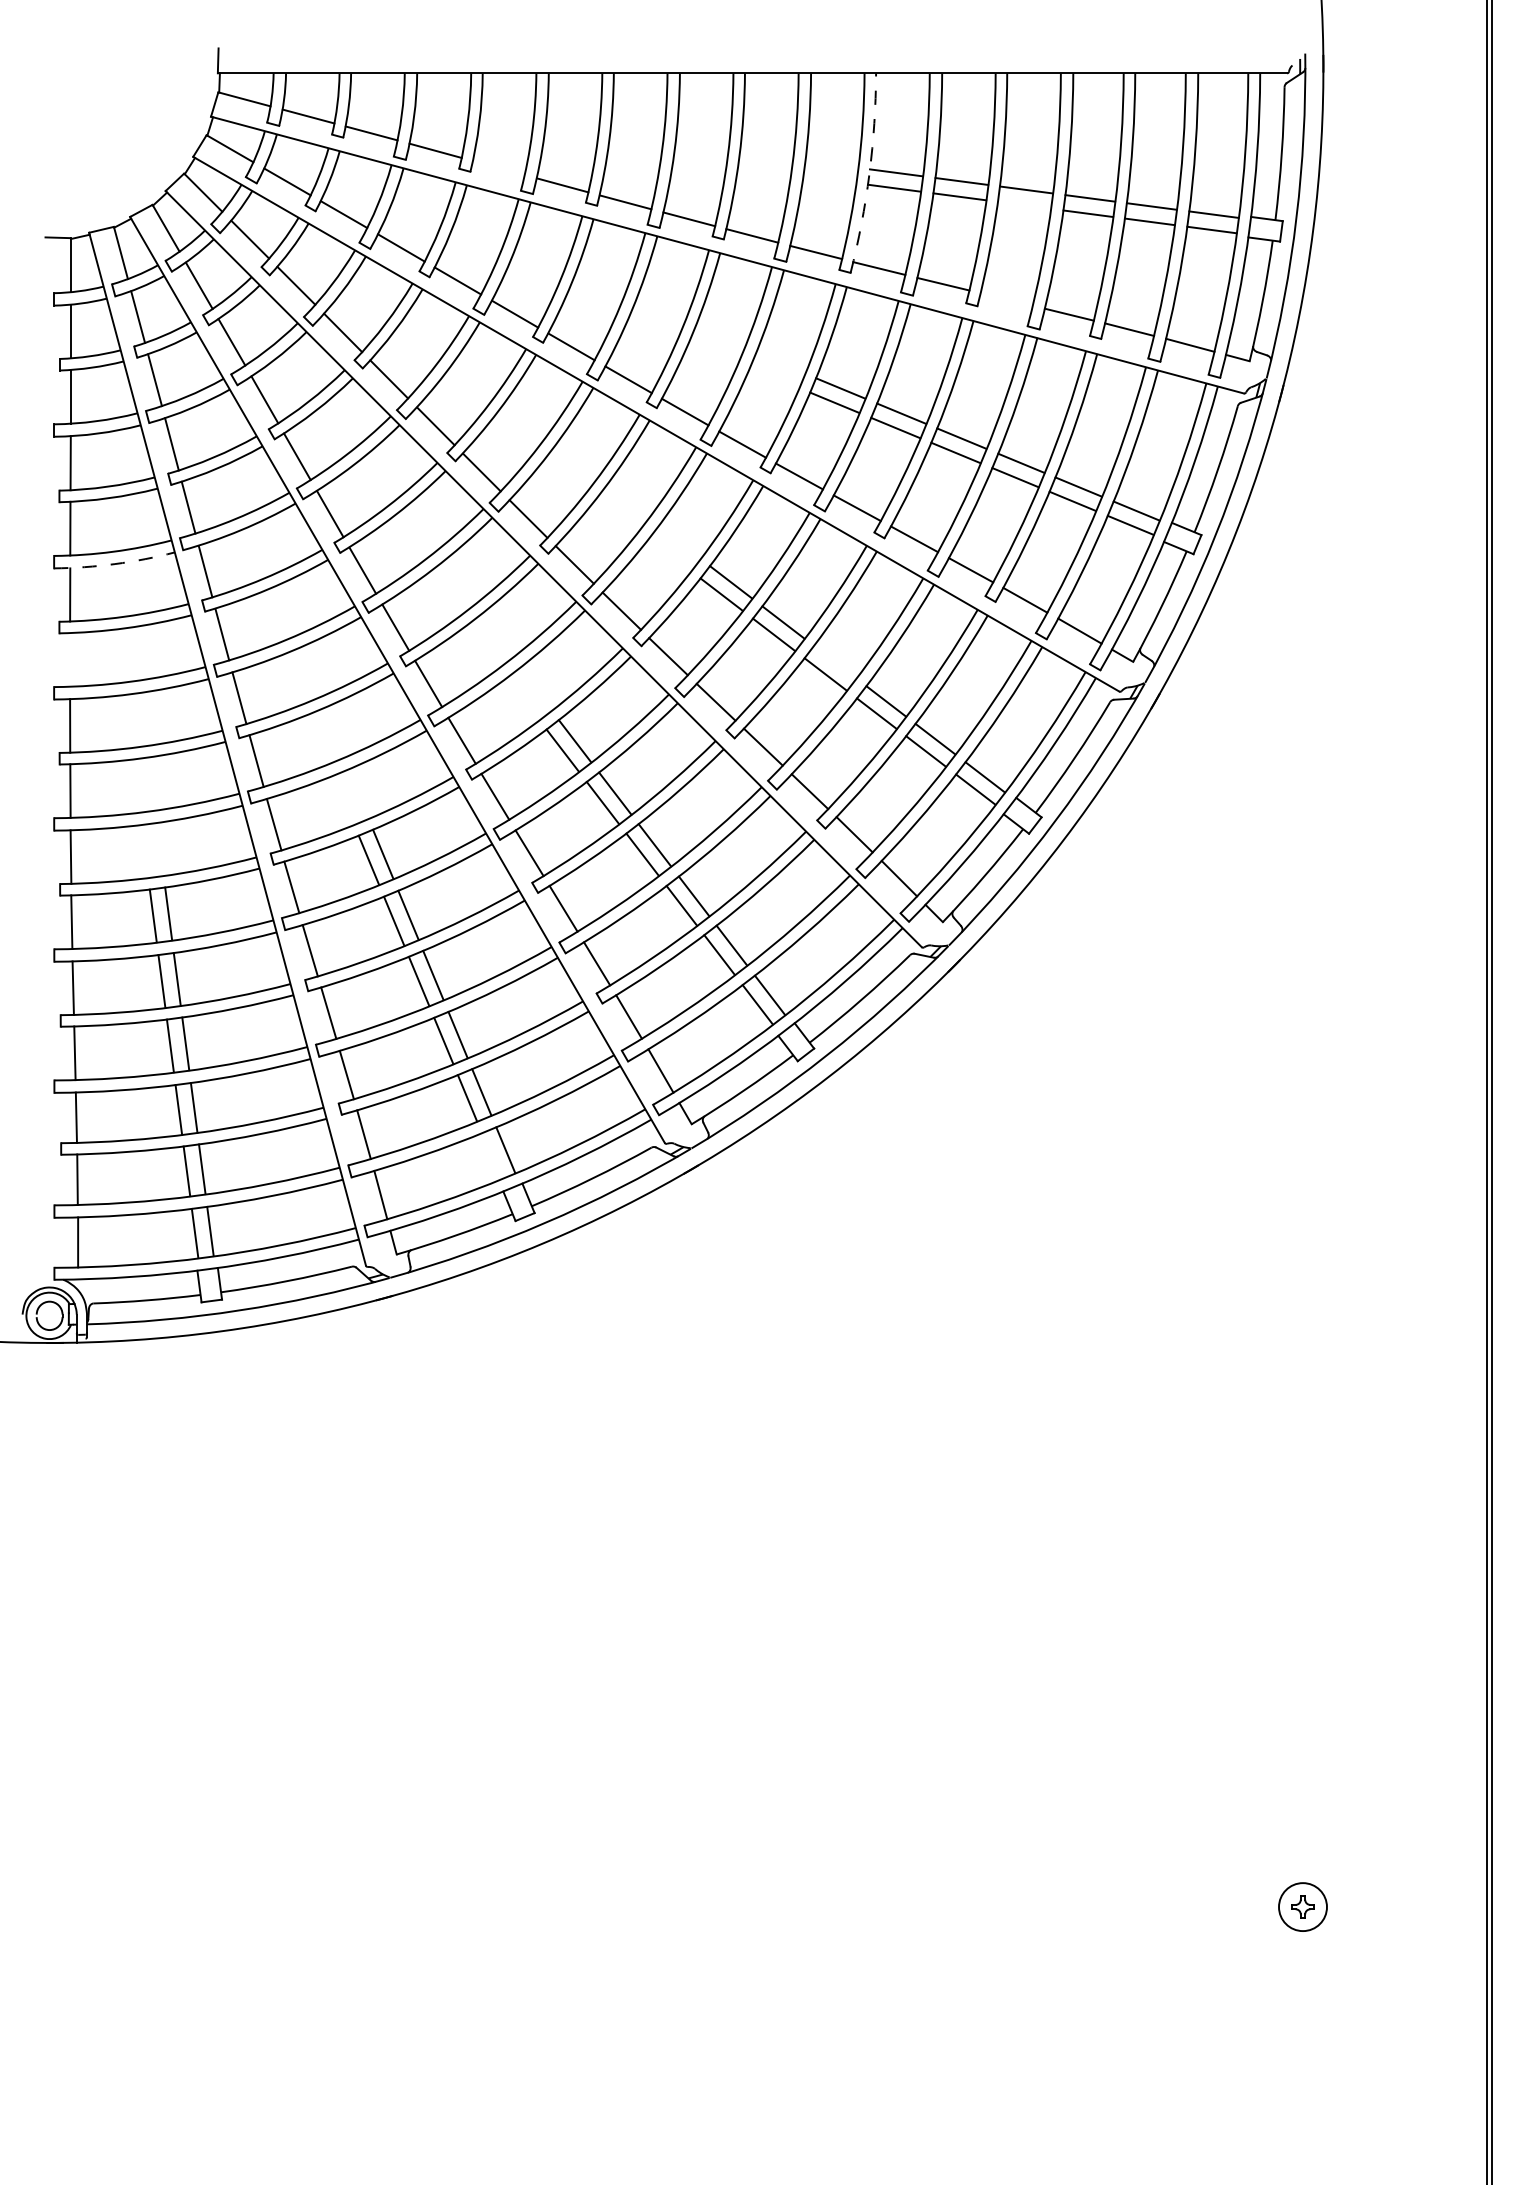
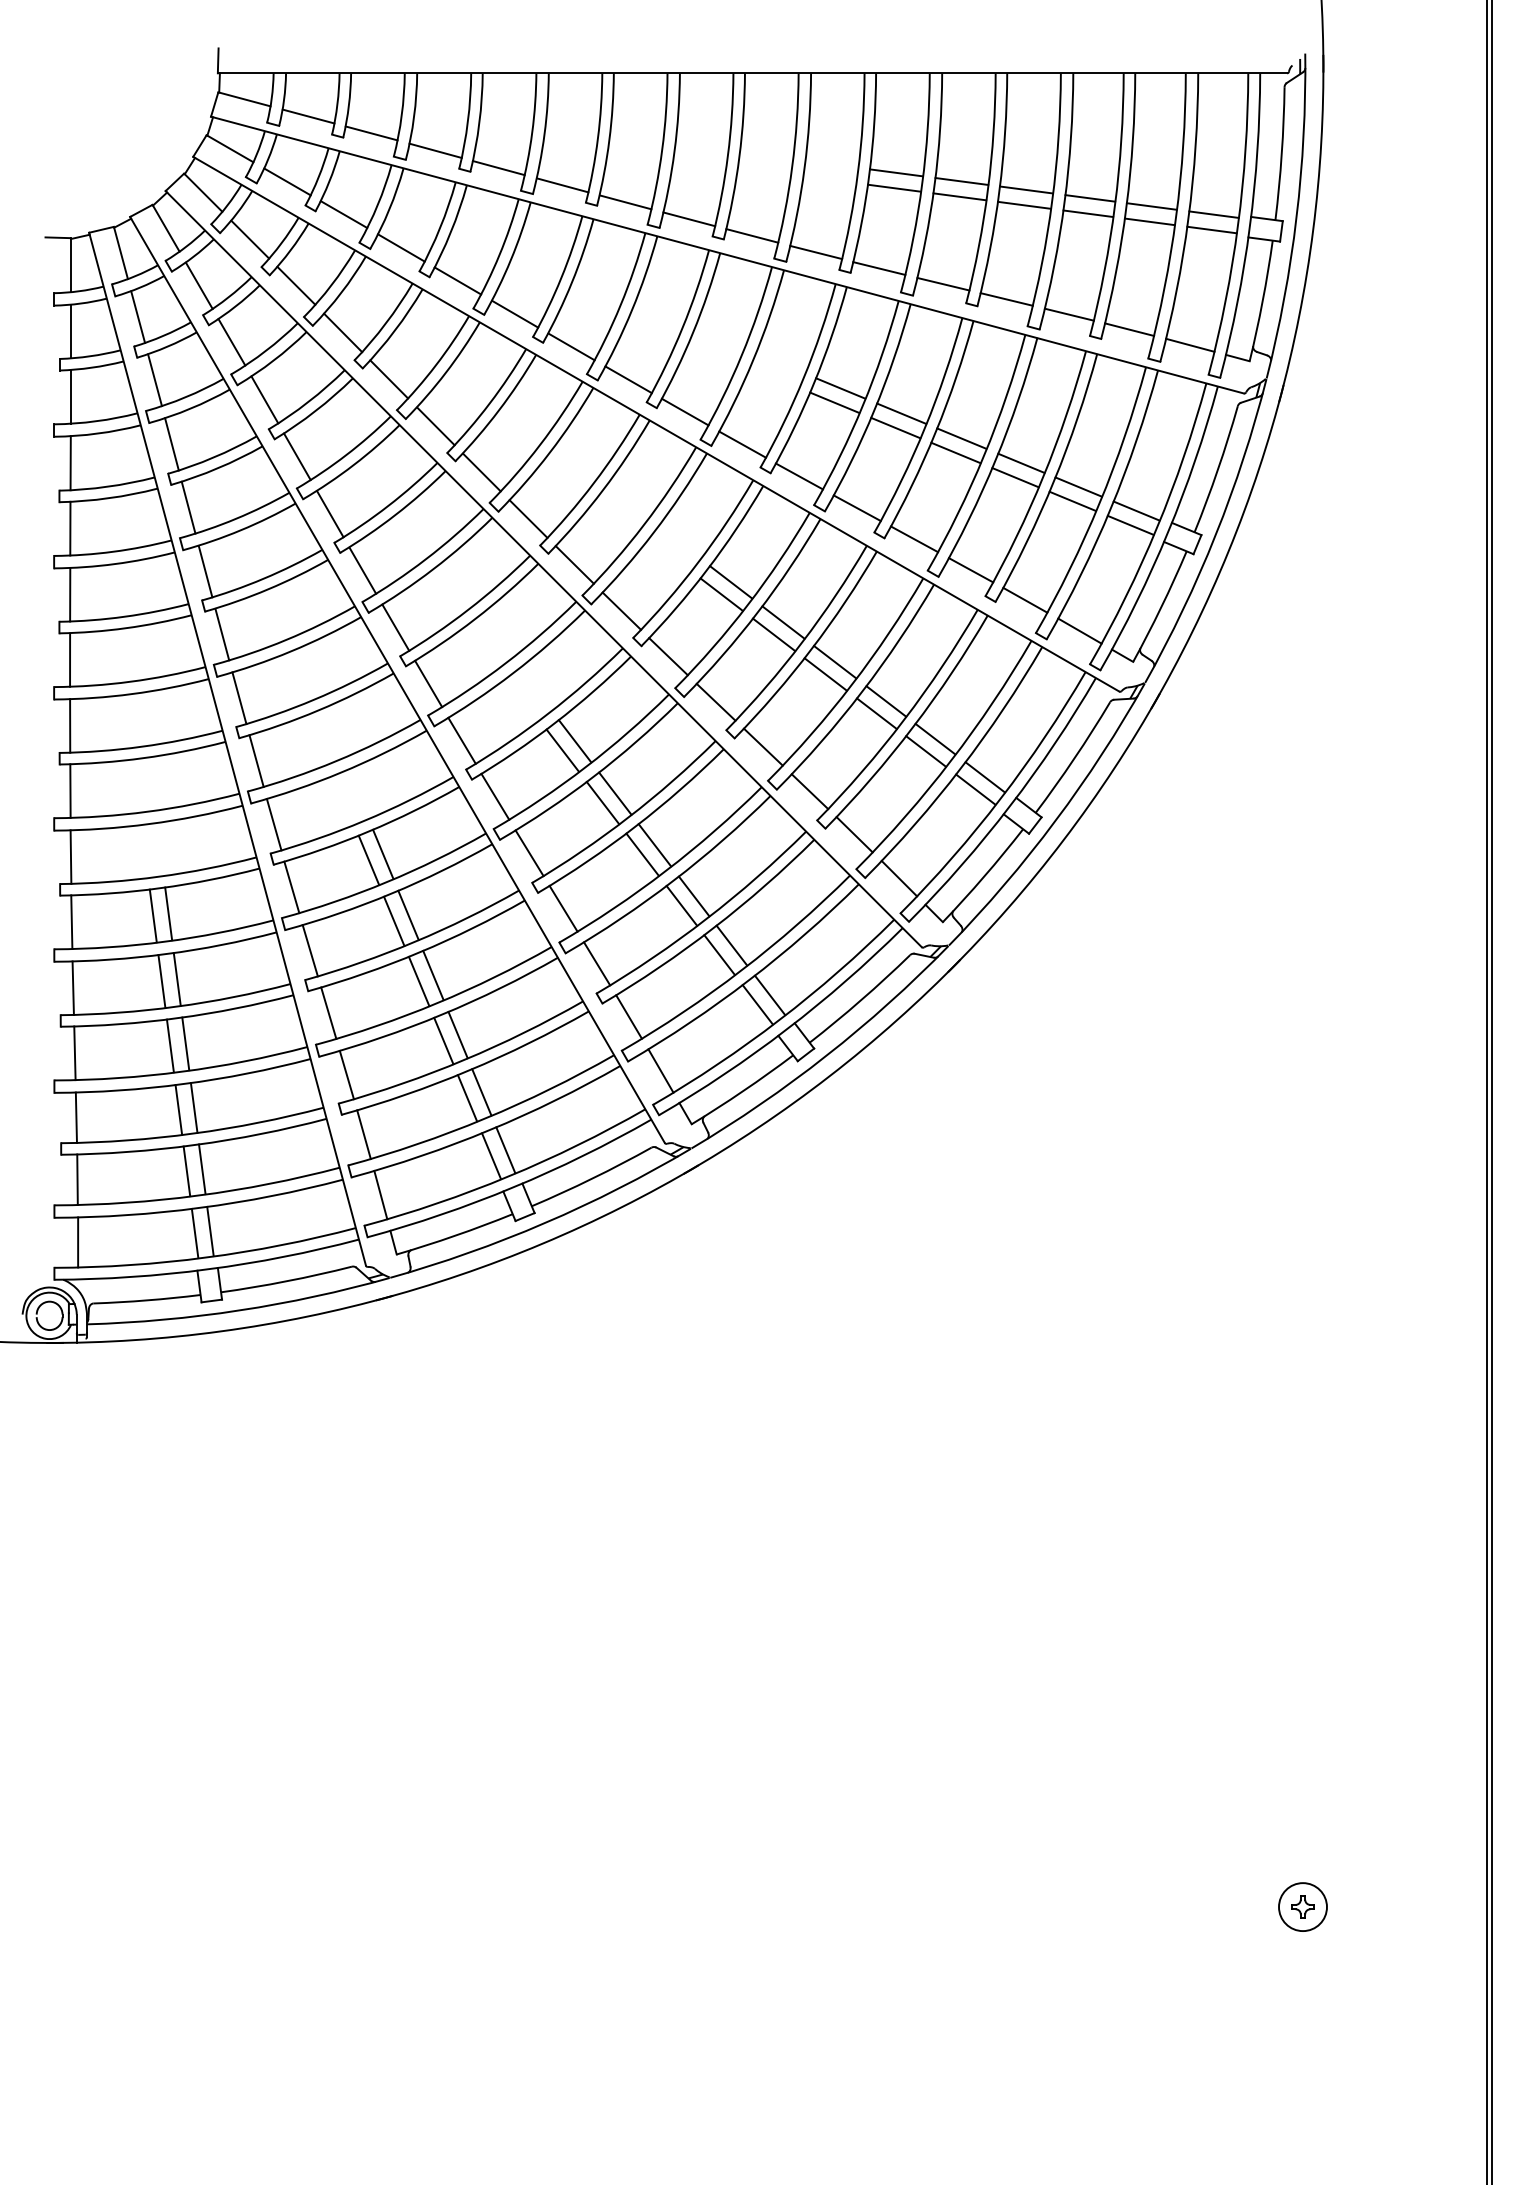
line at (498, 168): none -> present
arc at (869, 173): dashed -> solid
line at (1024, 204): none -> present
line at (1006, 299): none -> present
arc at (114, 564): dashed -> solid
line at (70, 659): none -> present
line at (835, 661): none -> present
line at (491, 1156): none -> present
